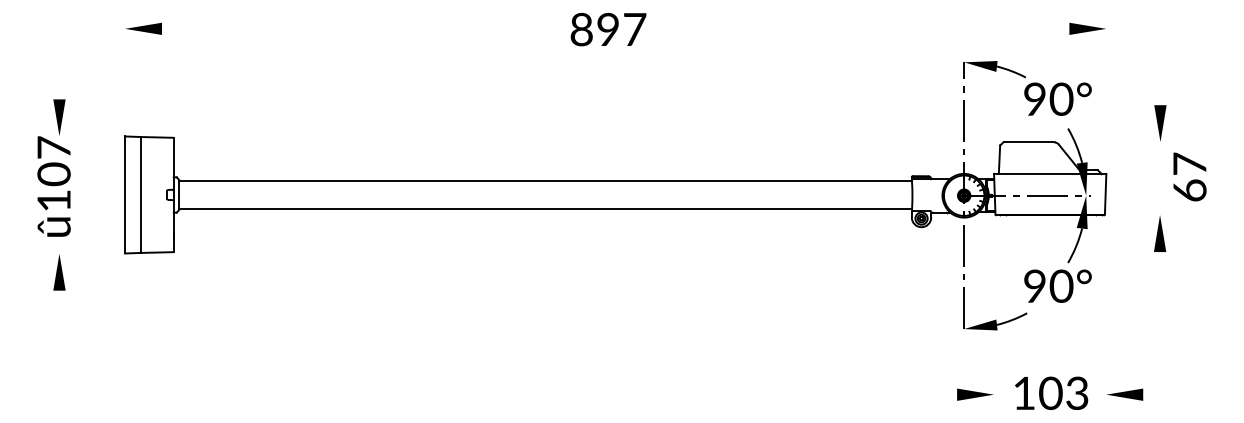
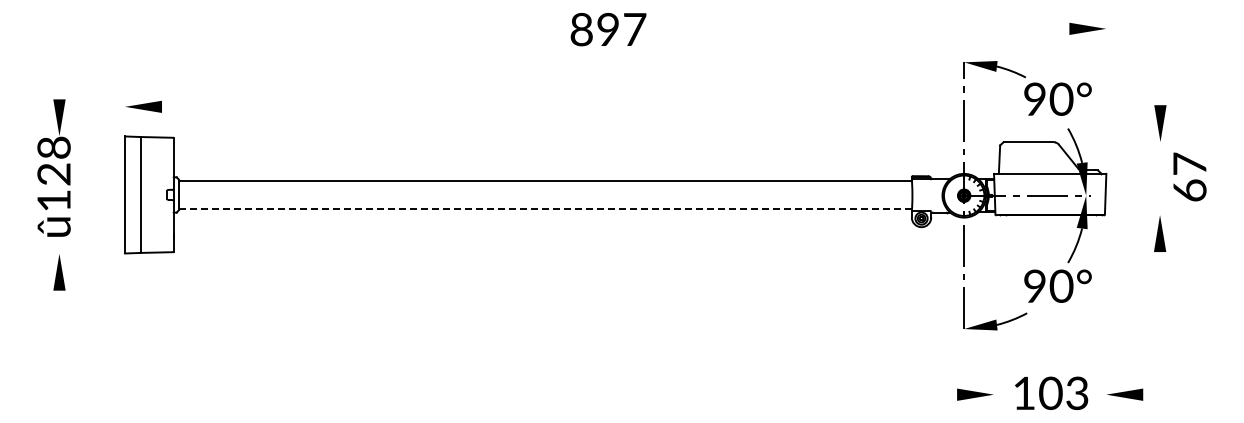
part at (143, 28) position: (143, 28) -> (143, 106)
text at (53, 161): 107 -> 128
line at (545, 208): solid -> dashed
